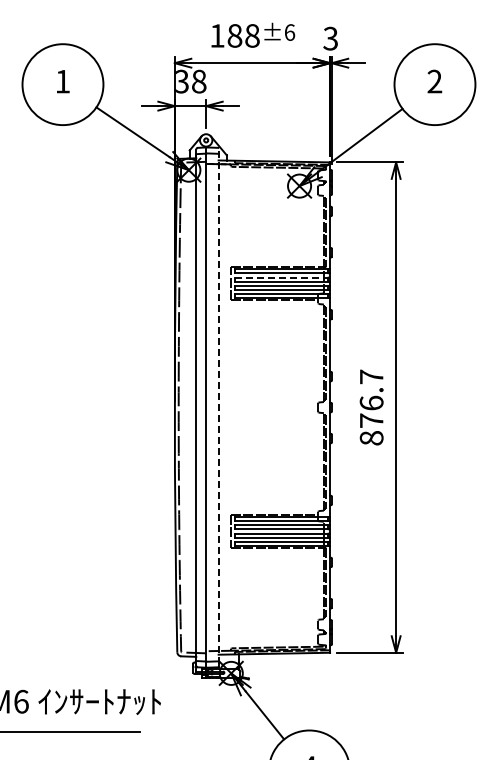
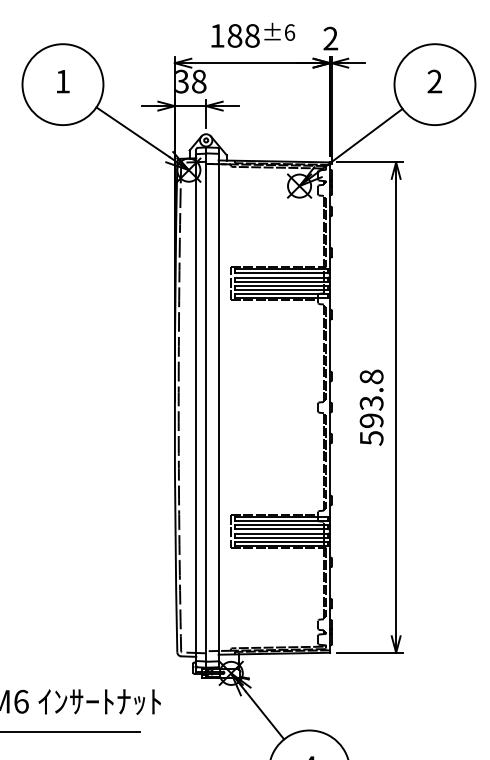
text at (330, 38): 3 -> 2
line at (282, 277): dashed -> solid
line at (218, 405): dashed -> solid
text at (371, 407): 876.7 -> 593.8
